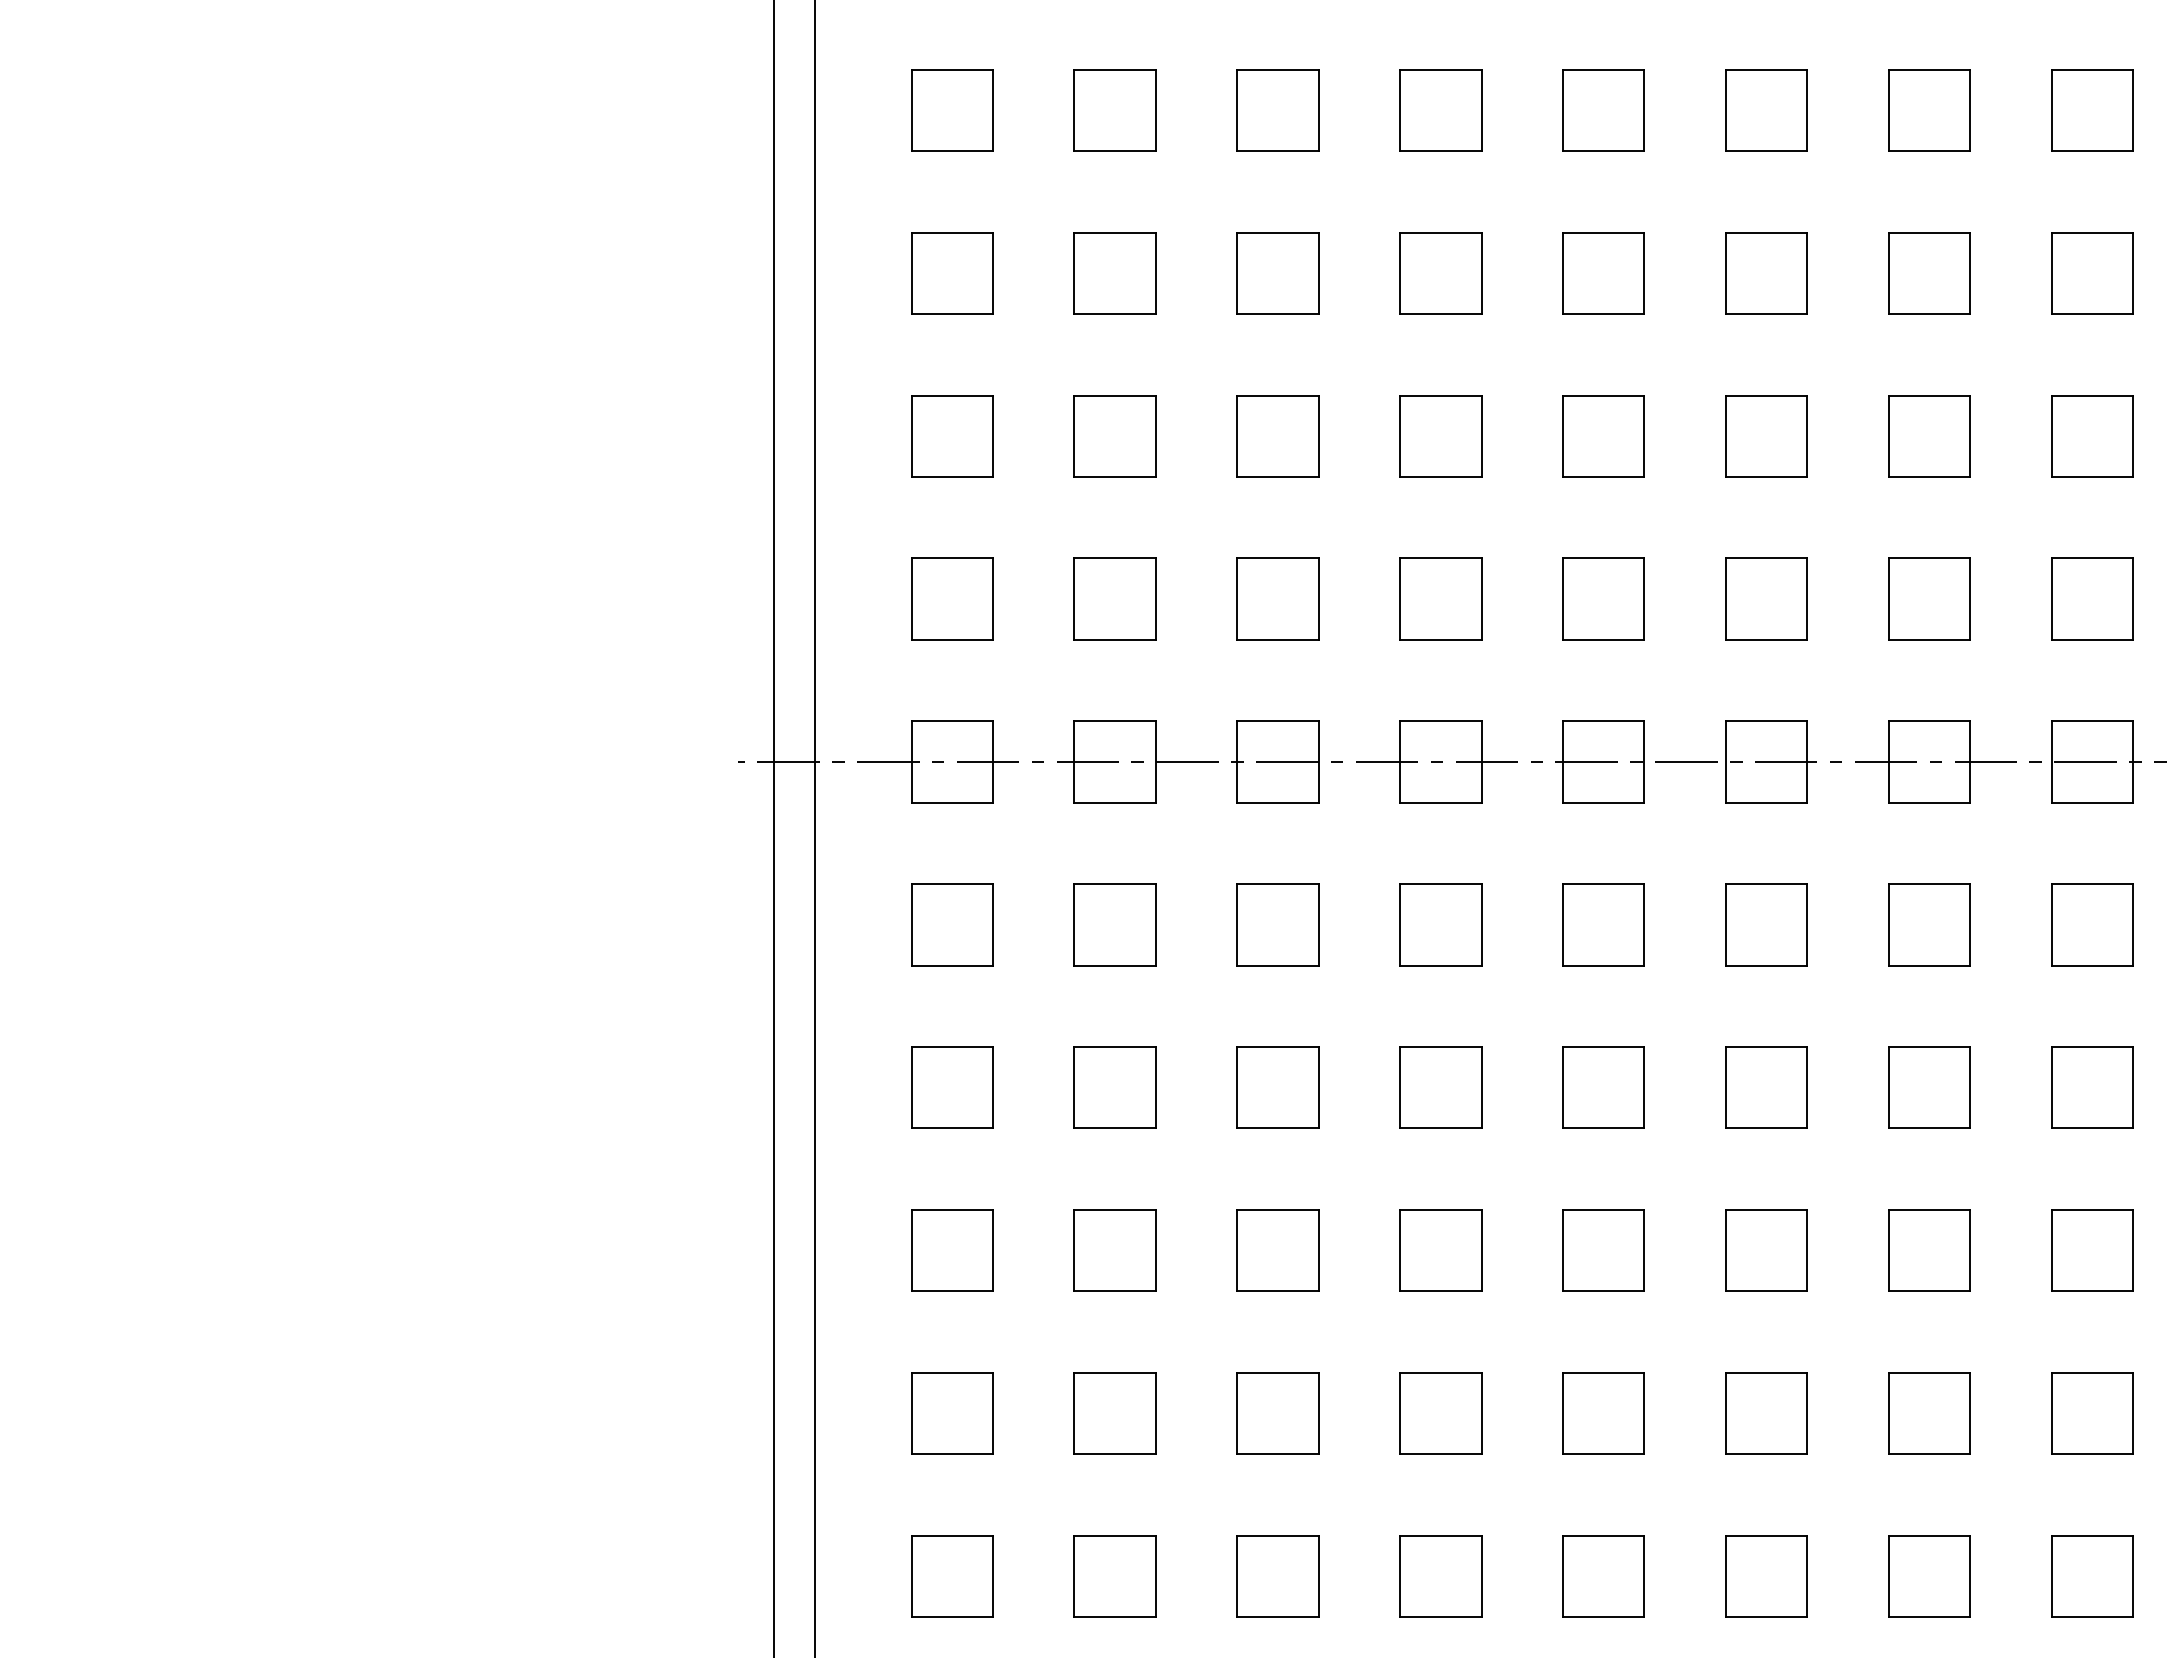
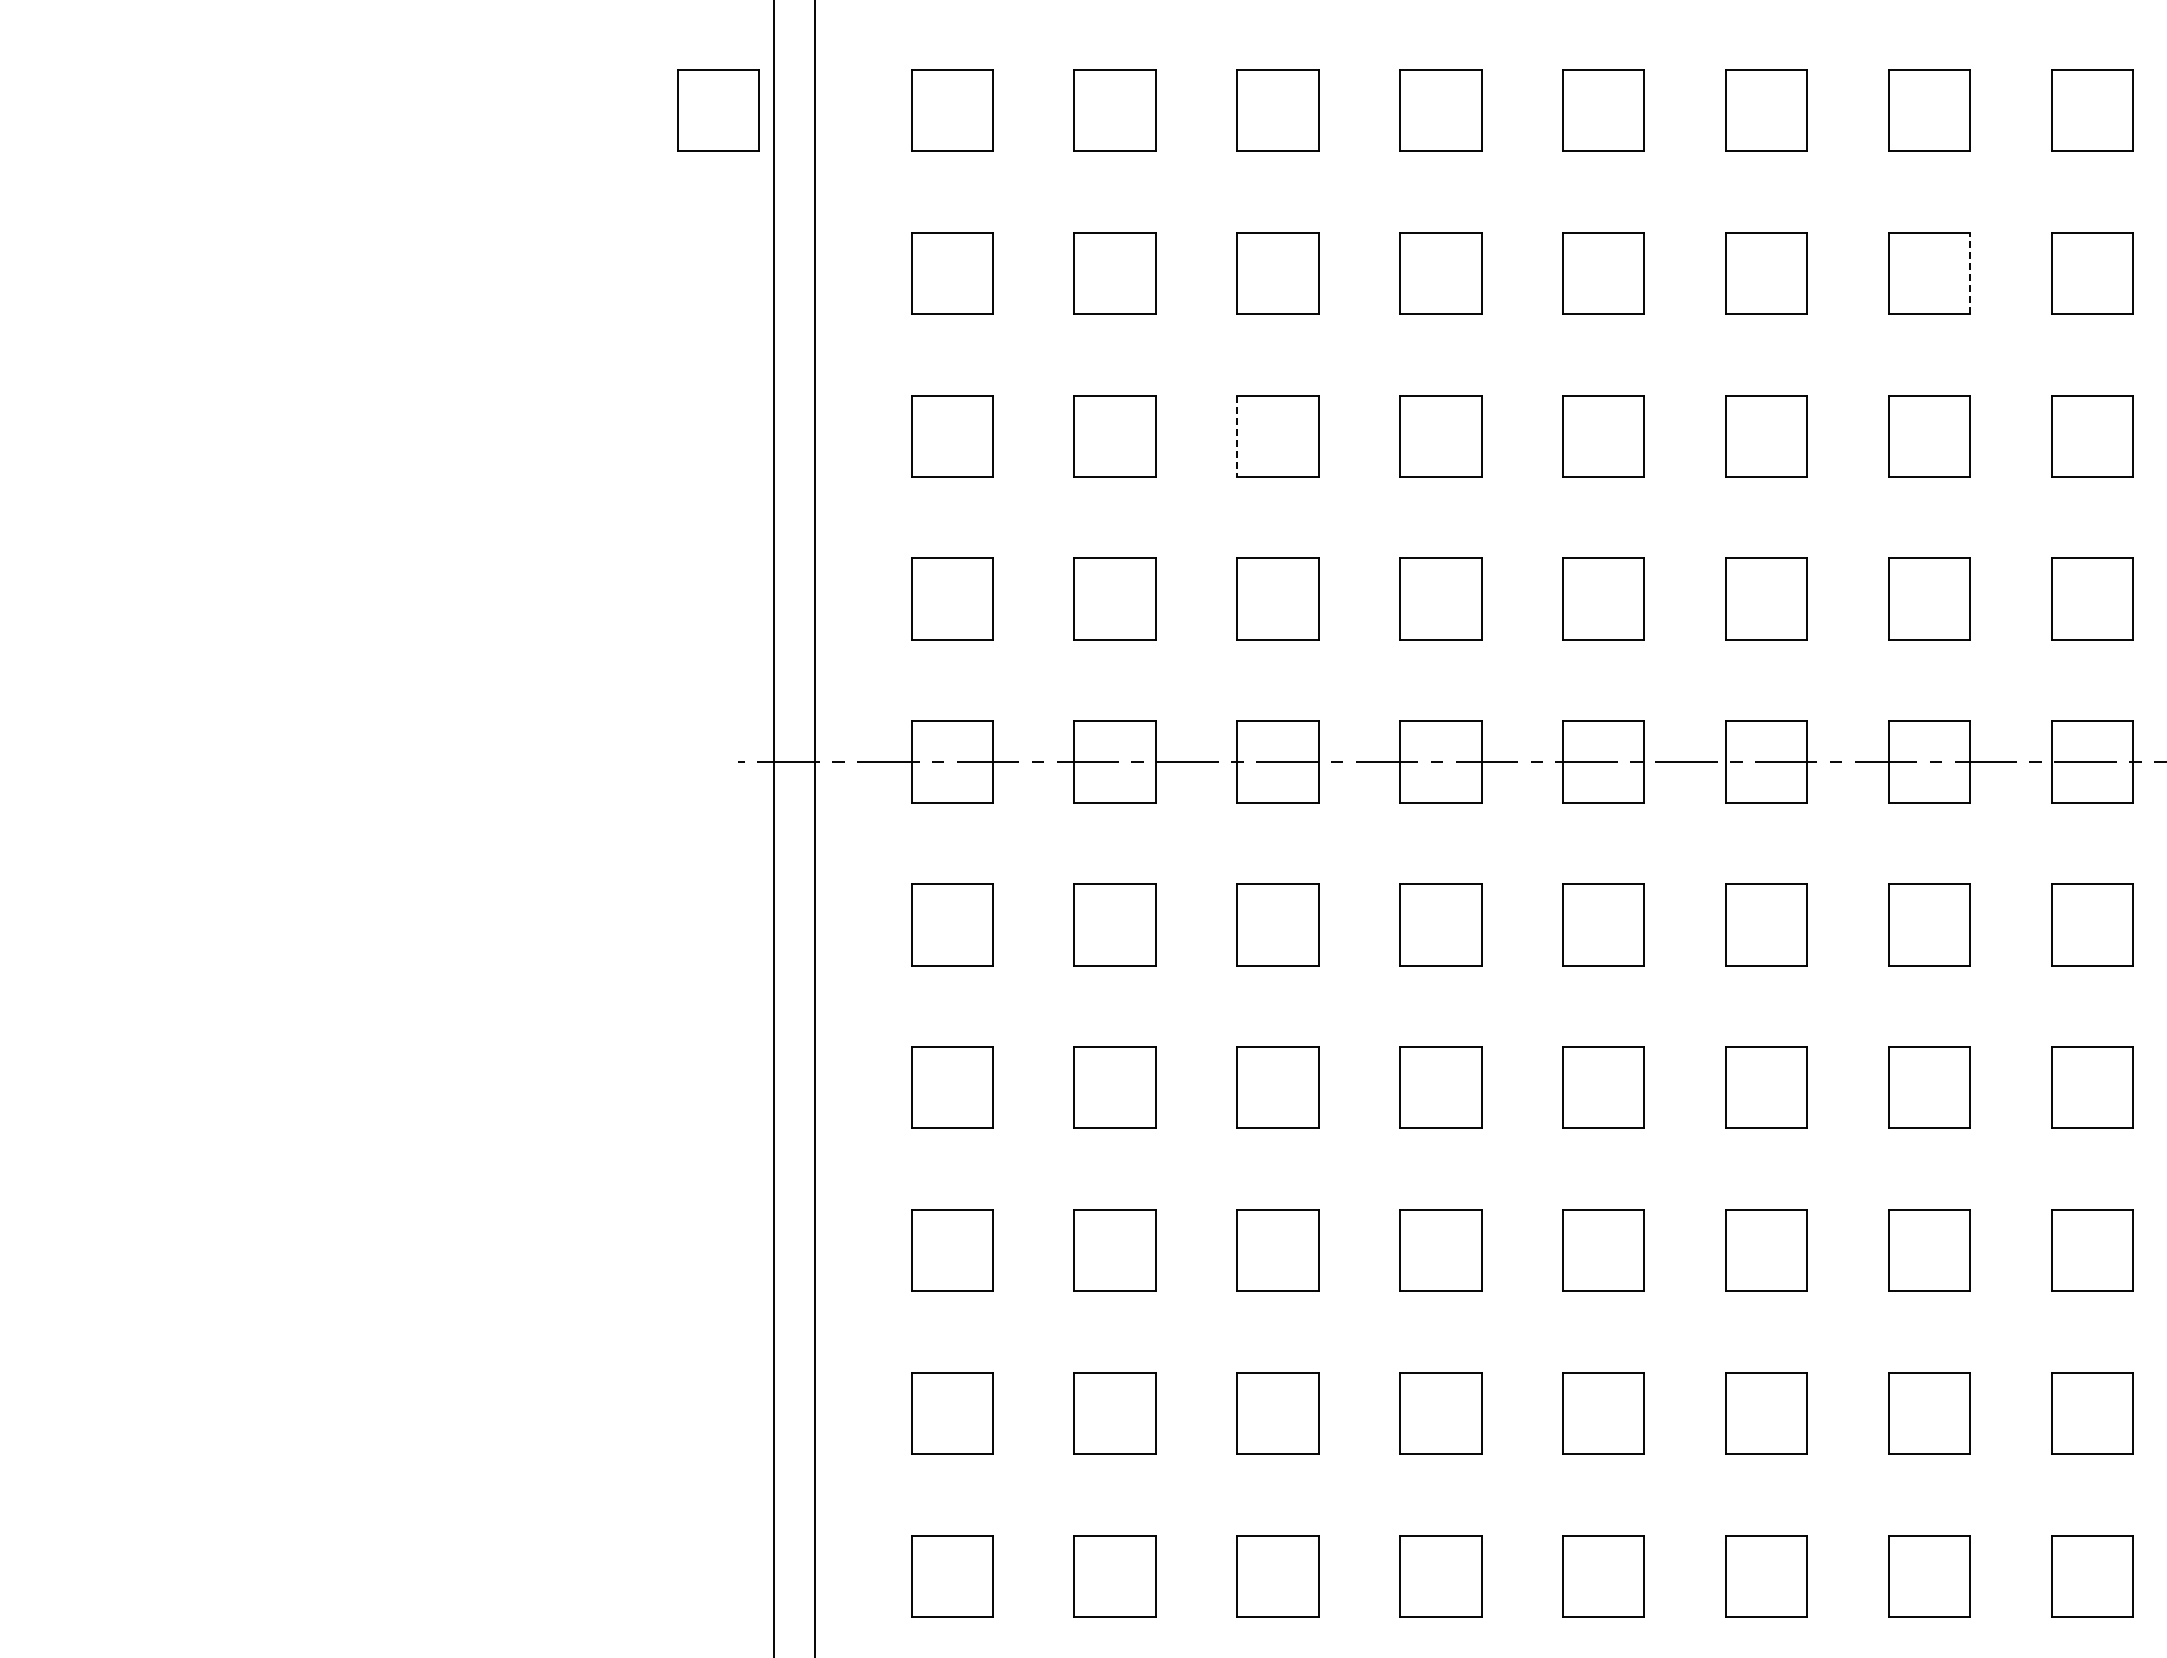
part at (718, 110): none -> present
line at (1970, 273): solid -> dashed
line at (1237, 436): solid -> dashed
